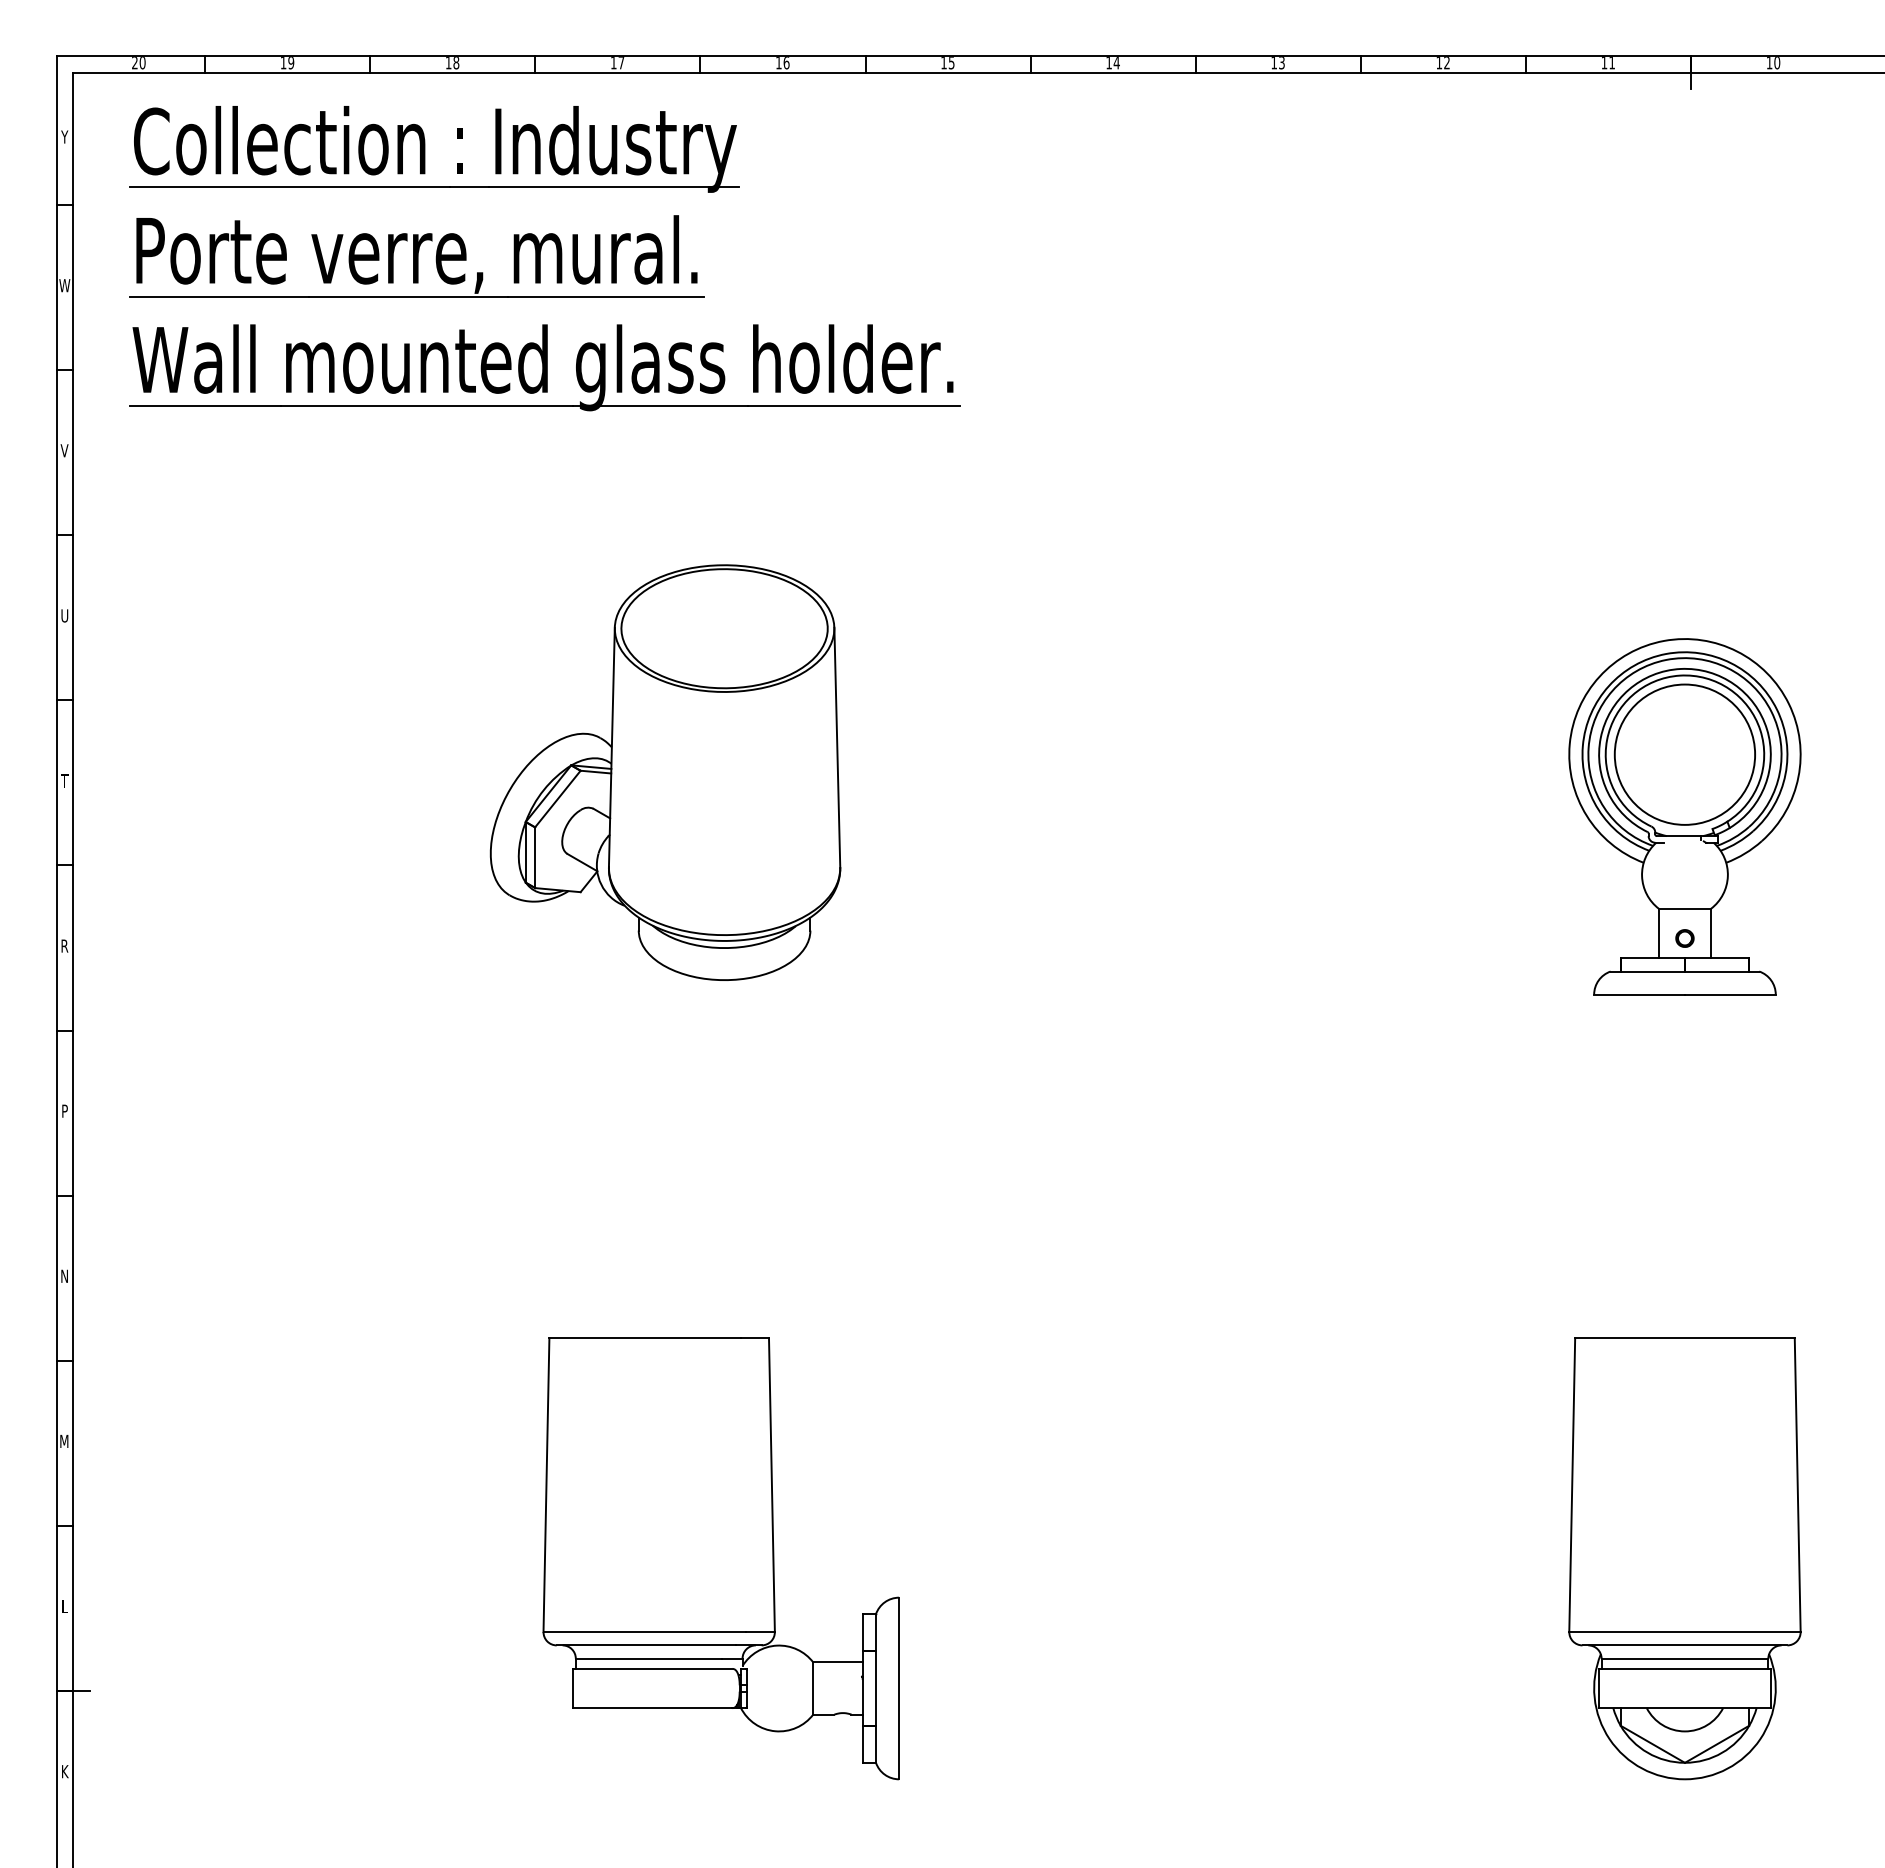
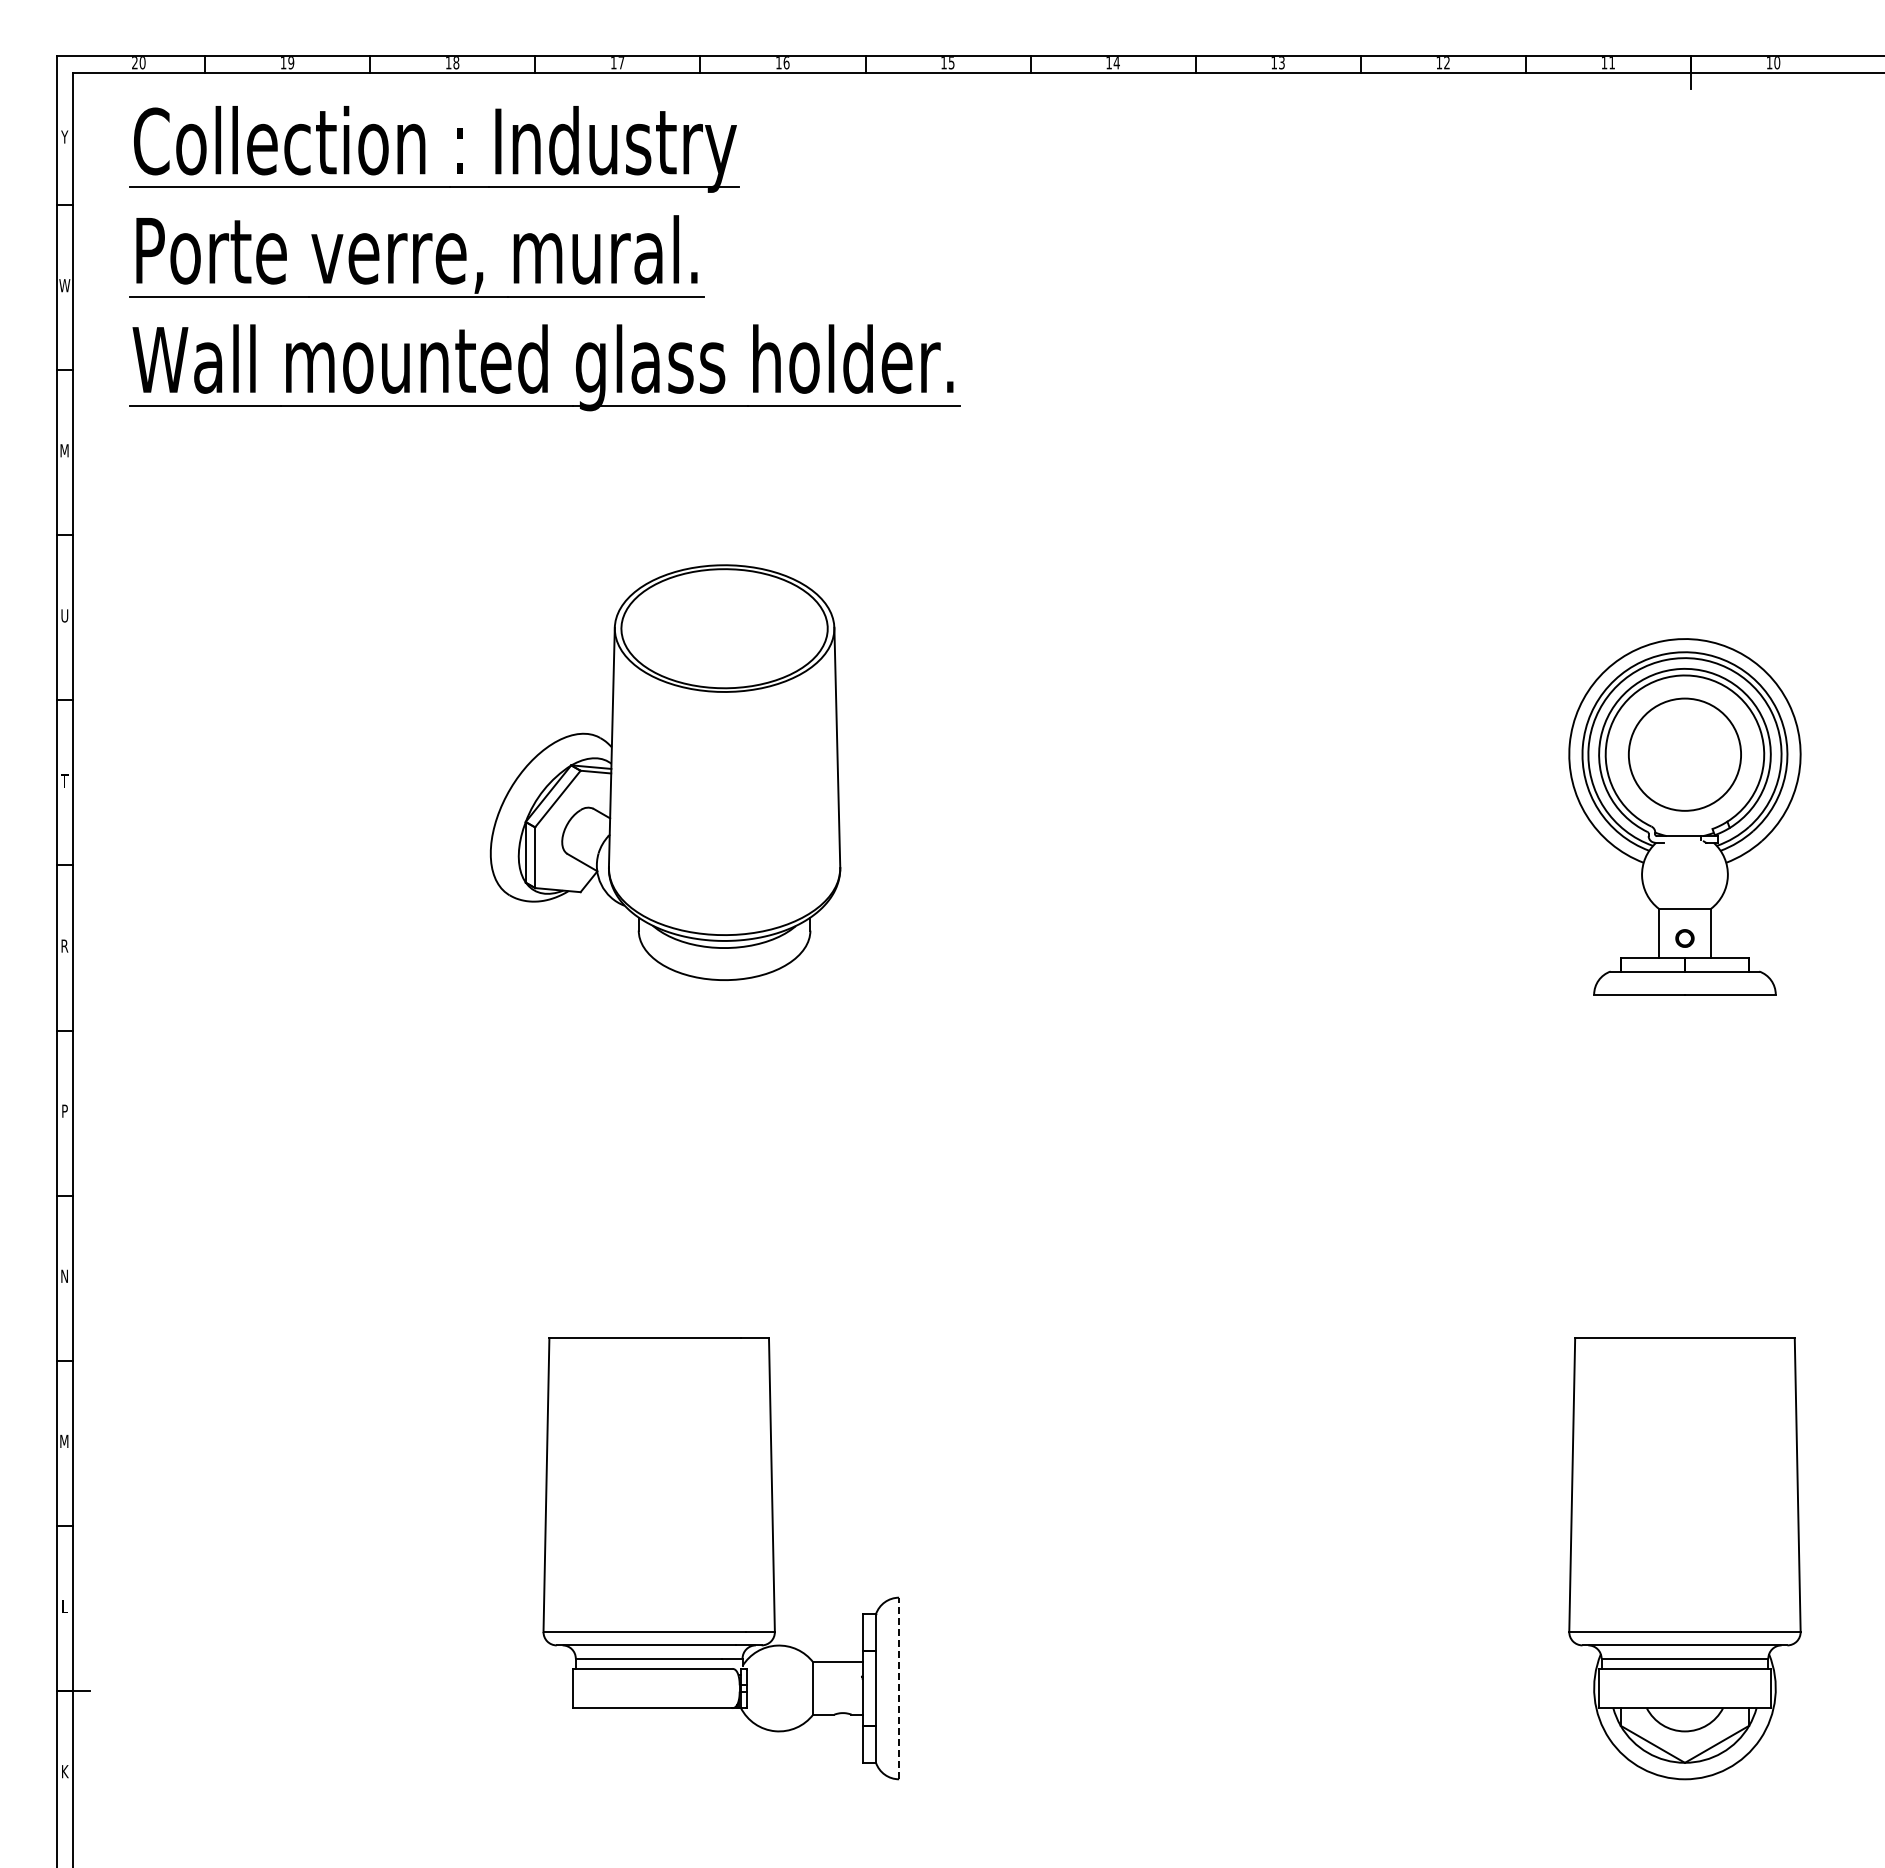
text at (64, 450): V -> M
circle at (1684, 754) diameter: 140 px -> 112 px
line at (899, 1688): solid -> dashed
